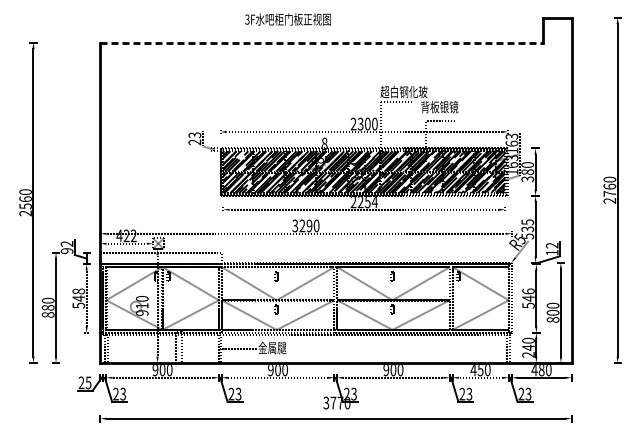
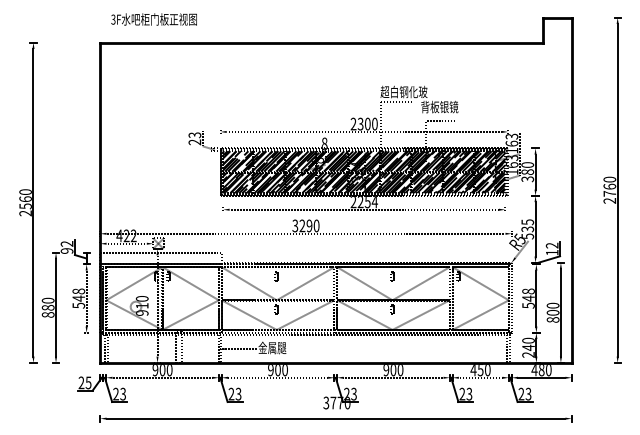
text at (287, 19) position: (287, 19) -> (153, 19)
line at (322, 42): dashed -> solid
text at (528, 291): 546 -> 548
